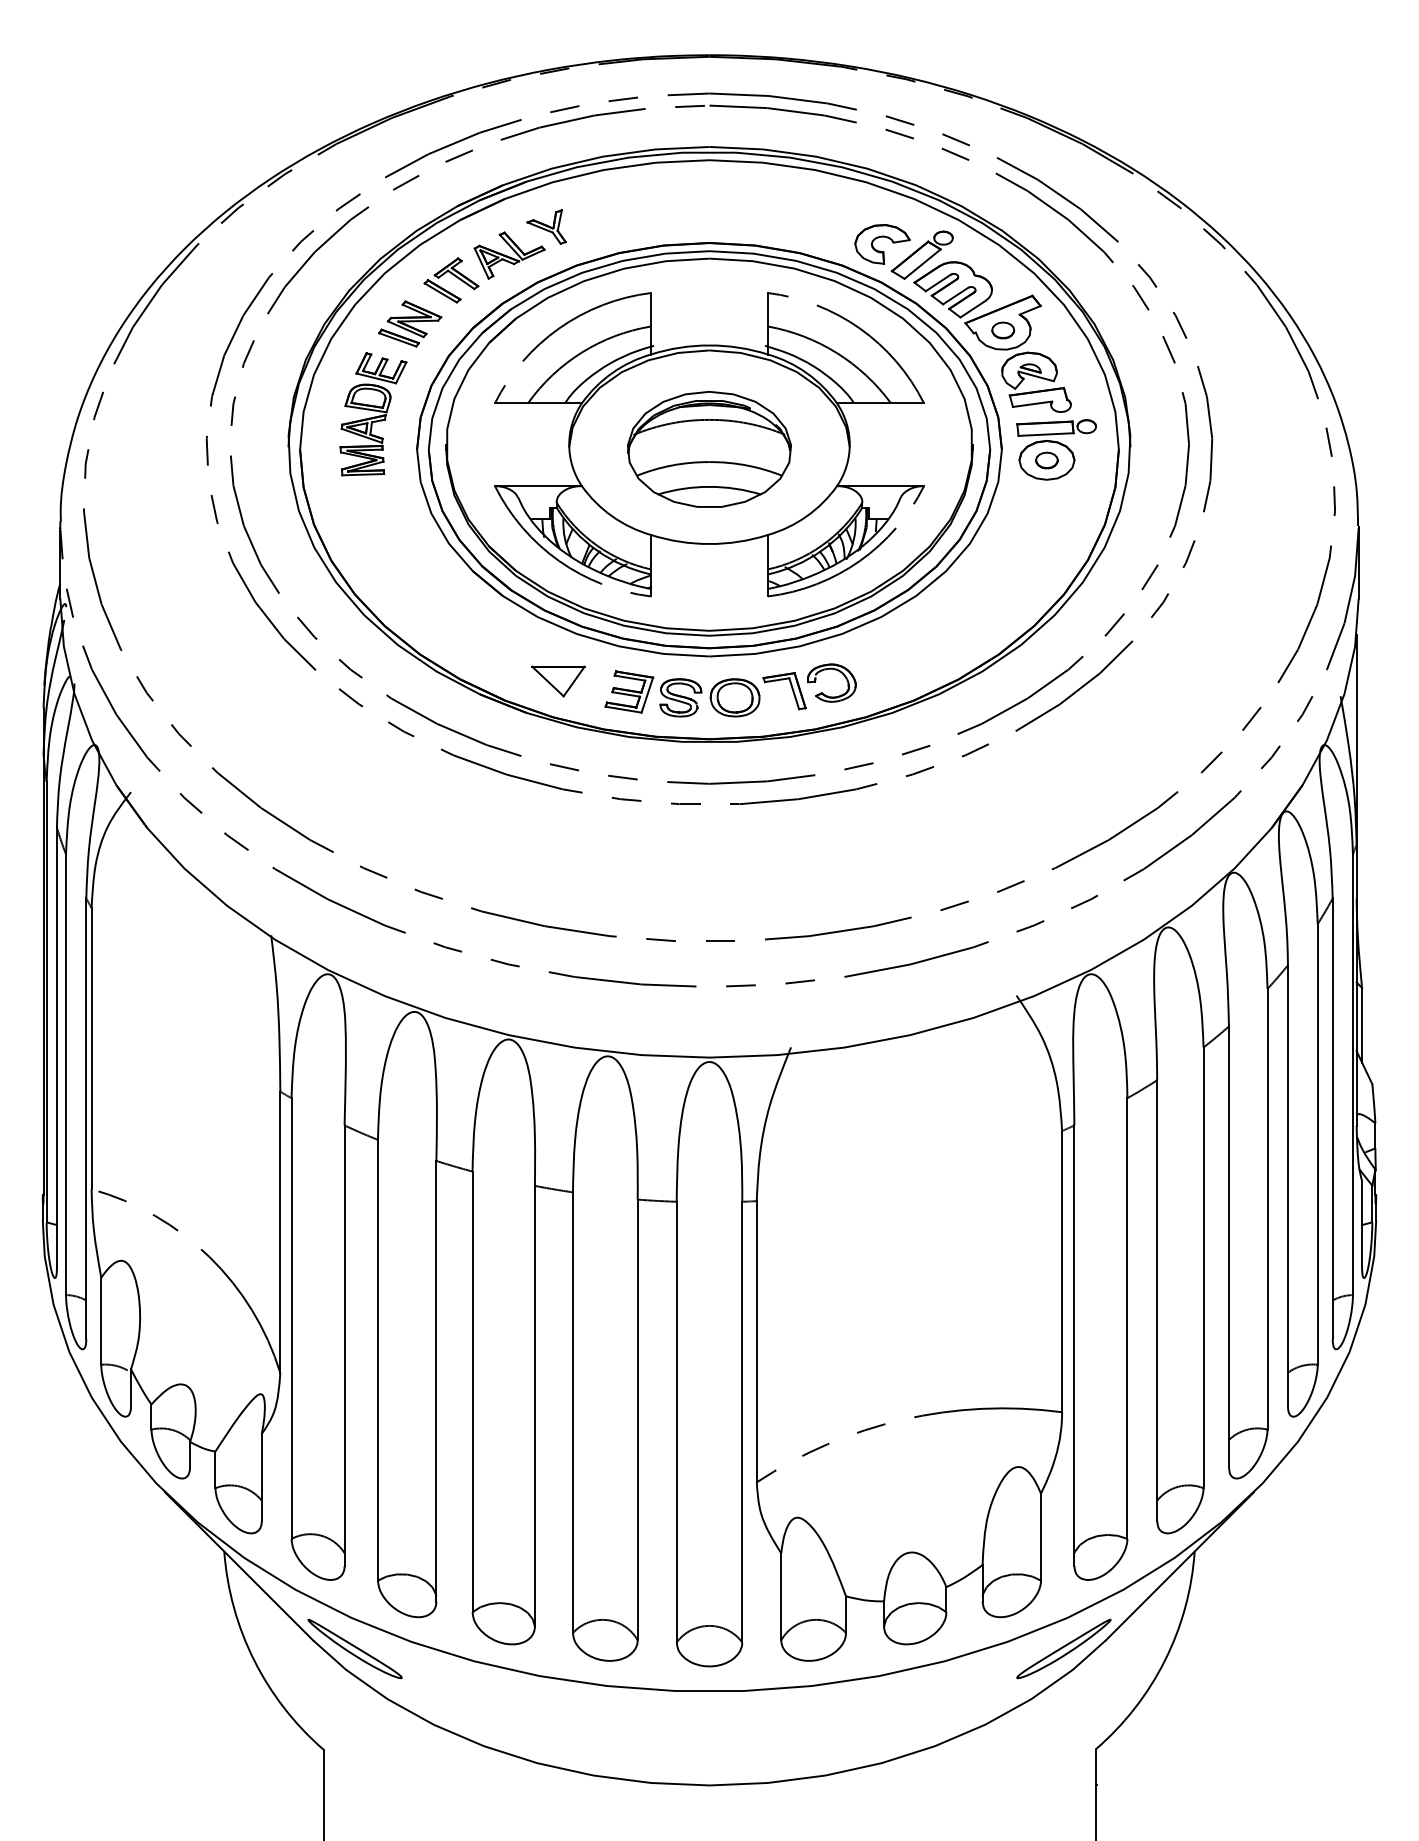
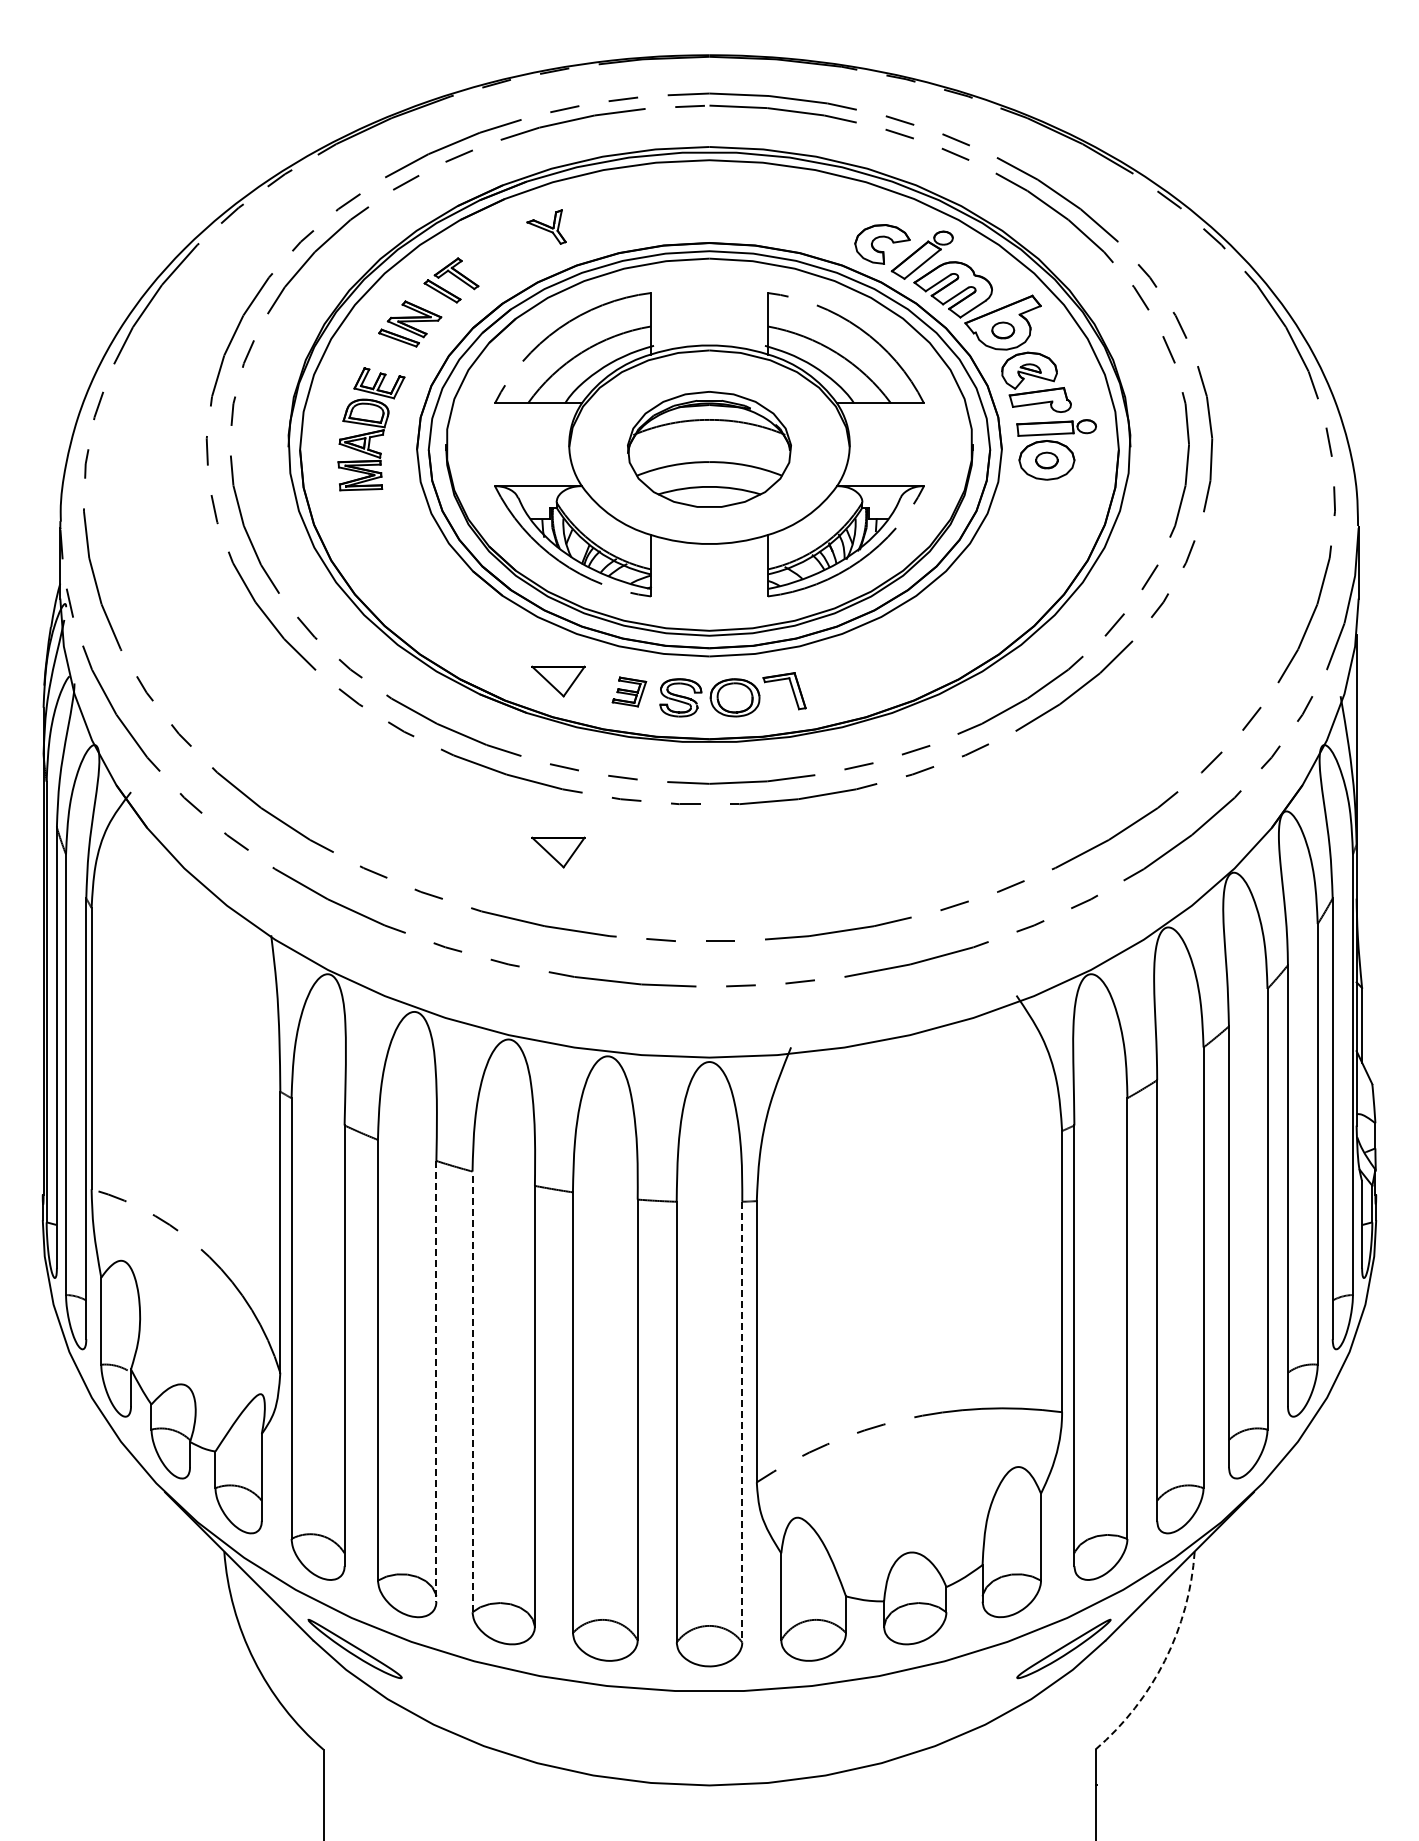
part at (509, 255): present -> none
part at (373, 414) position: (373, 414) -> (371, 429)
part at (834, 670): present -> none
part at (629, 691) size: 51x44 px -> 37x32 px
part at (558, 852): none -> present
line at (436, 1381): solid -> dashed
line at (472, 1391): solid -> dashed
line at (742, 1422): solid -> dashed
arc at (1165, 1660): solid -> dashed
